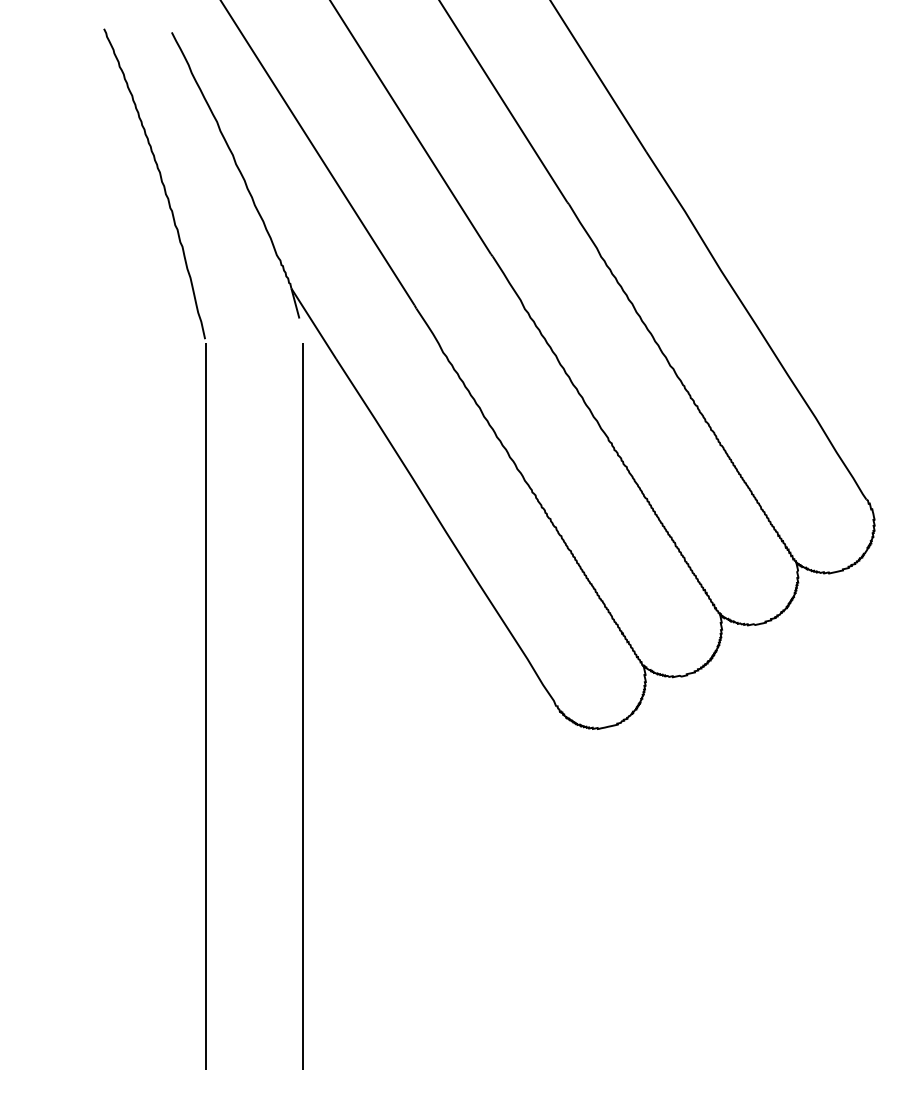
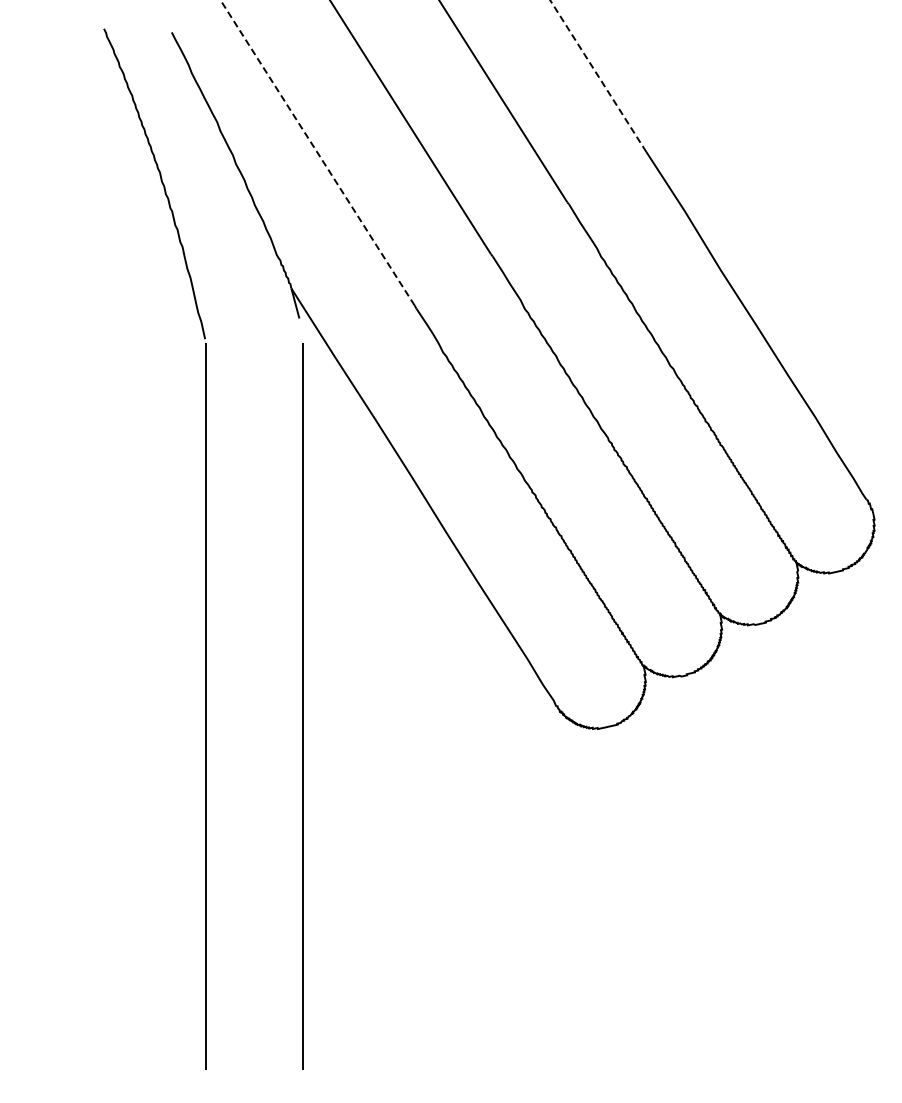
line at (598, 76): solid -> dashed
line at (317, 153): solid -> dashed
